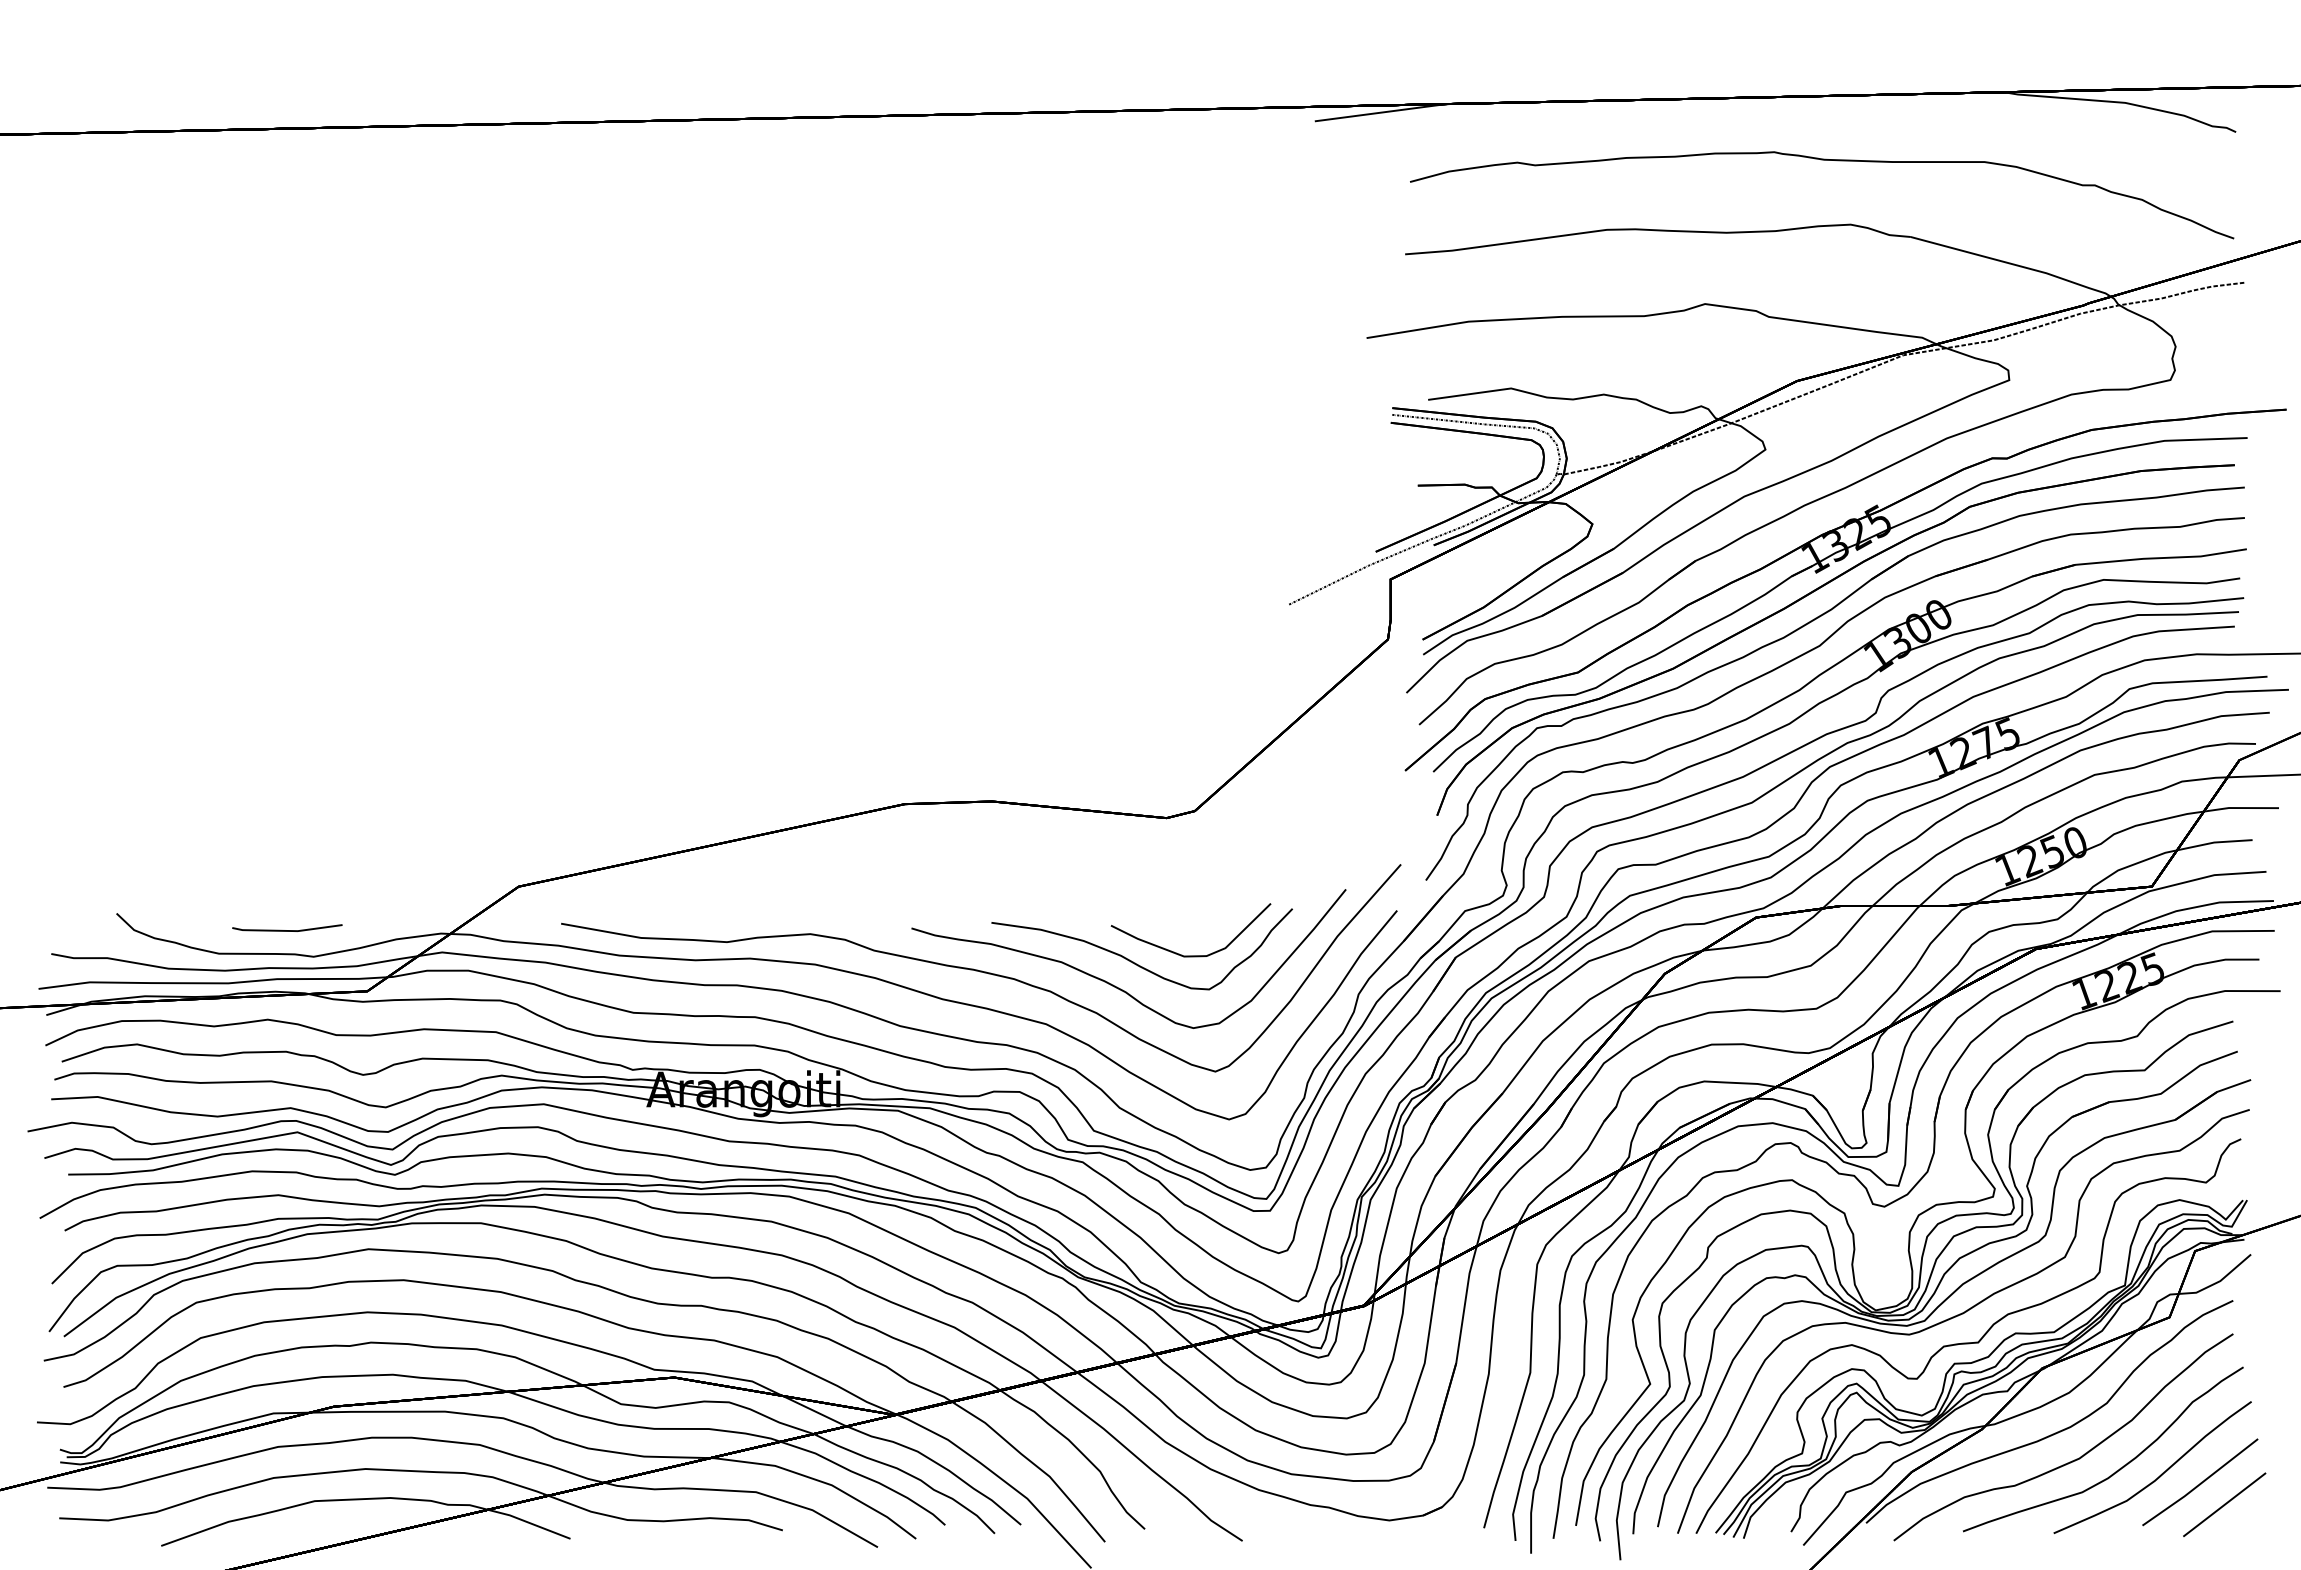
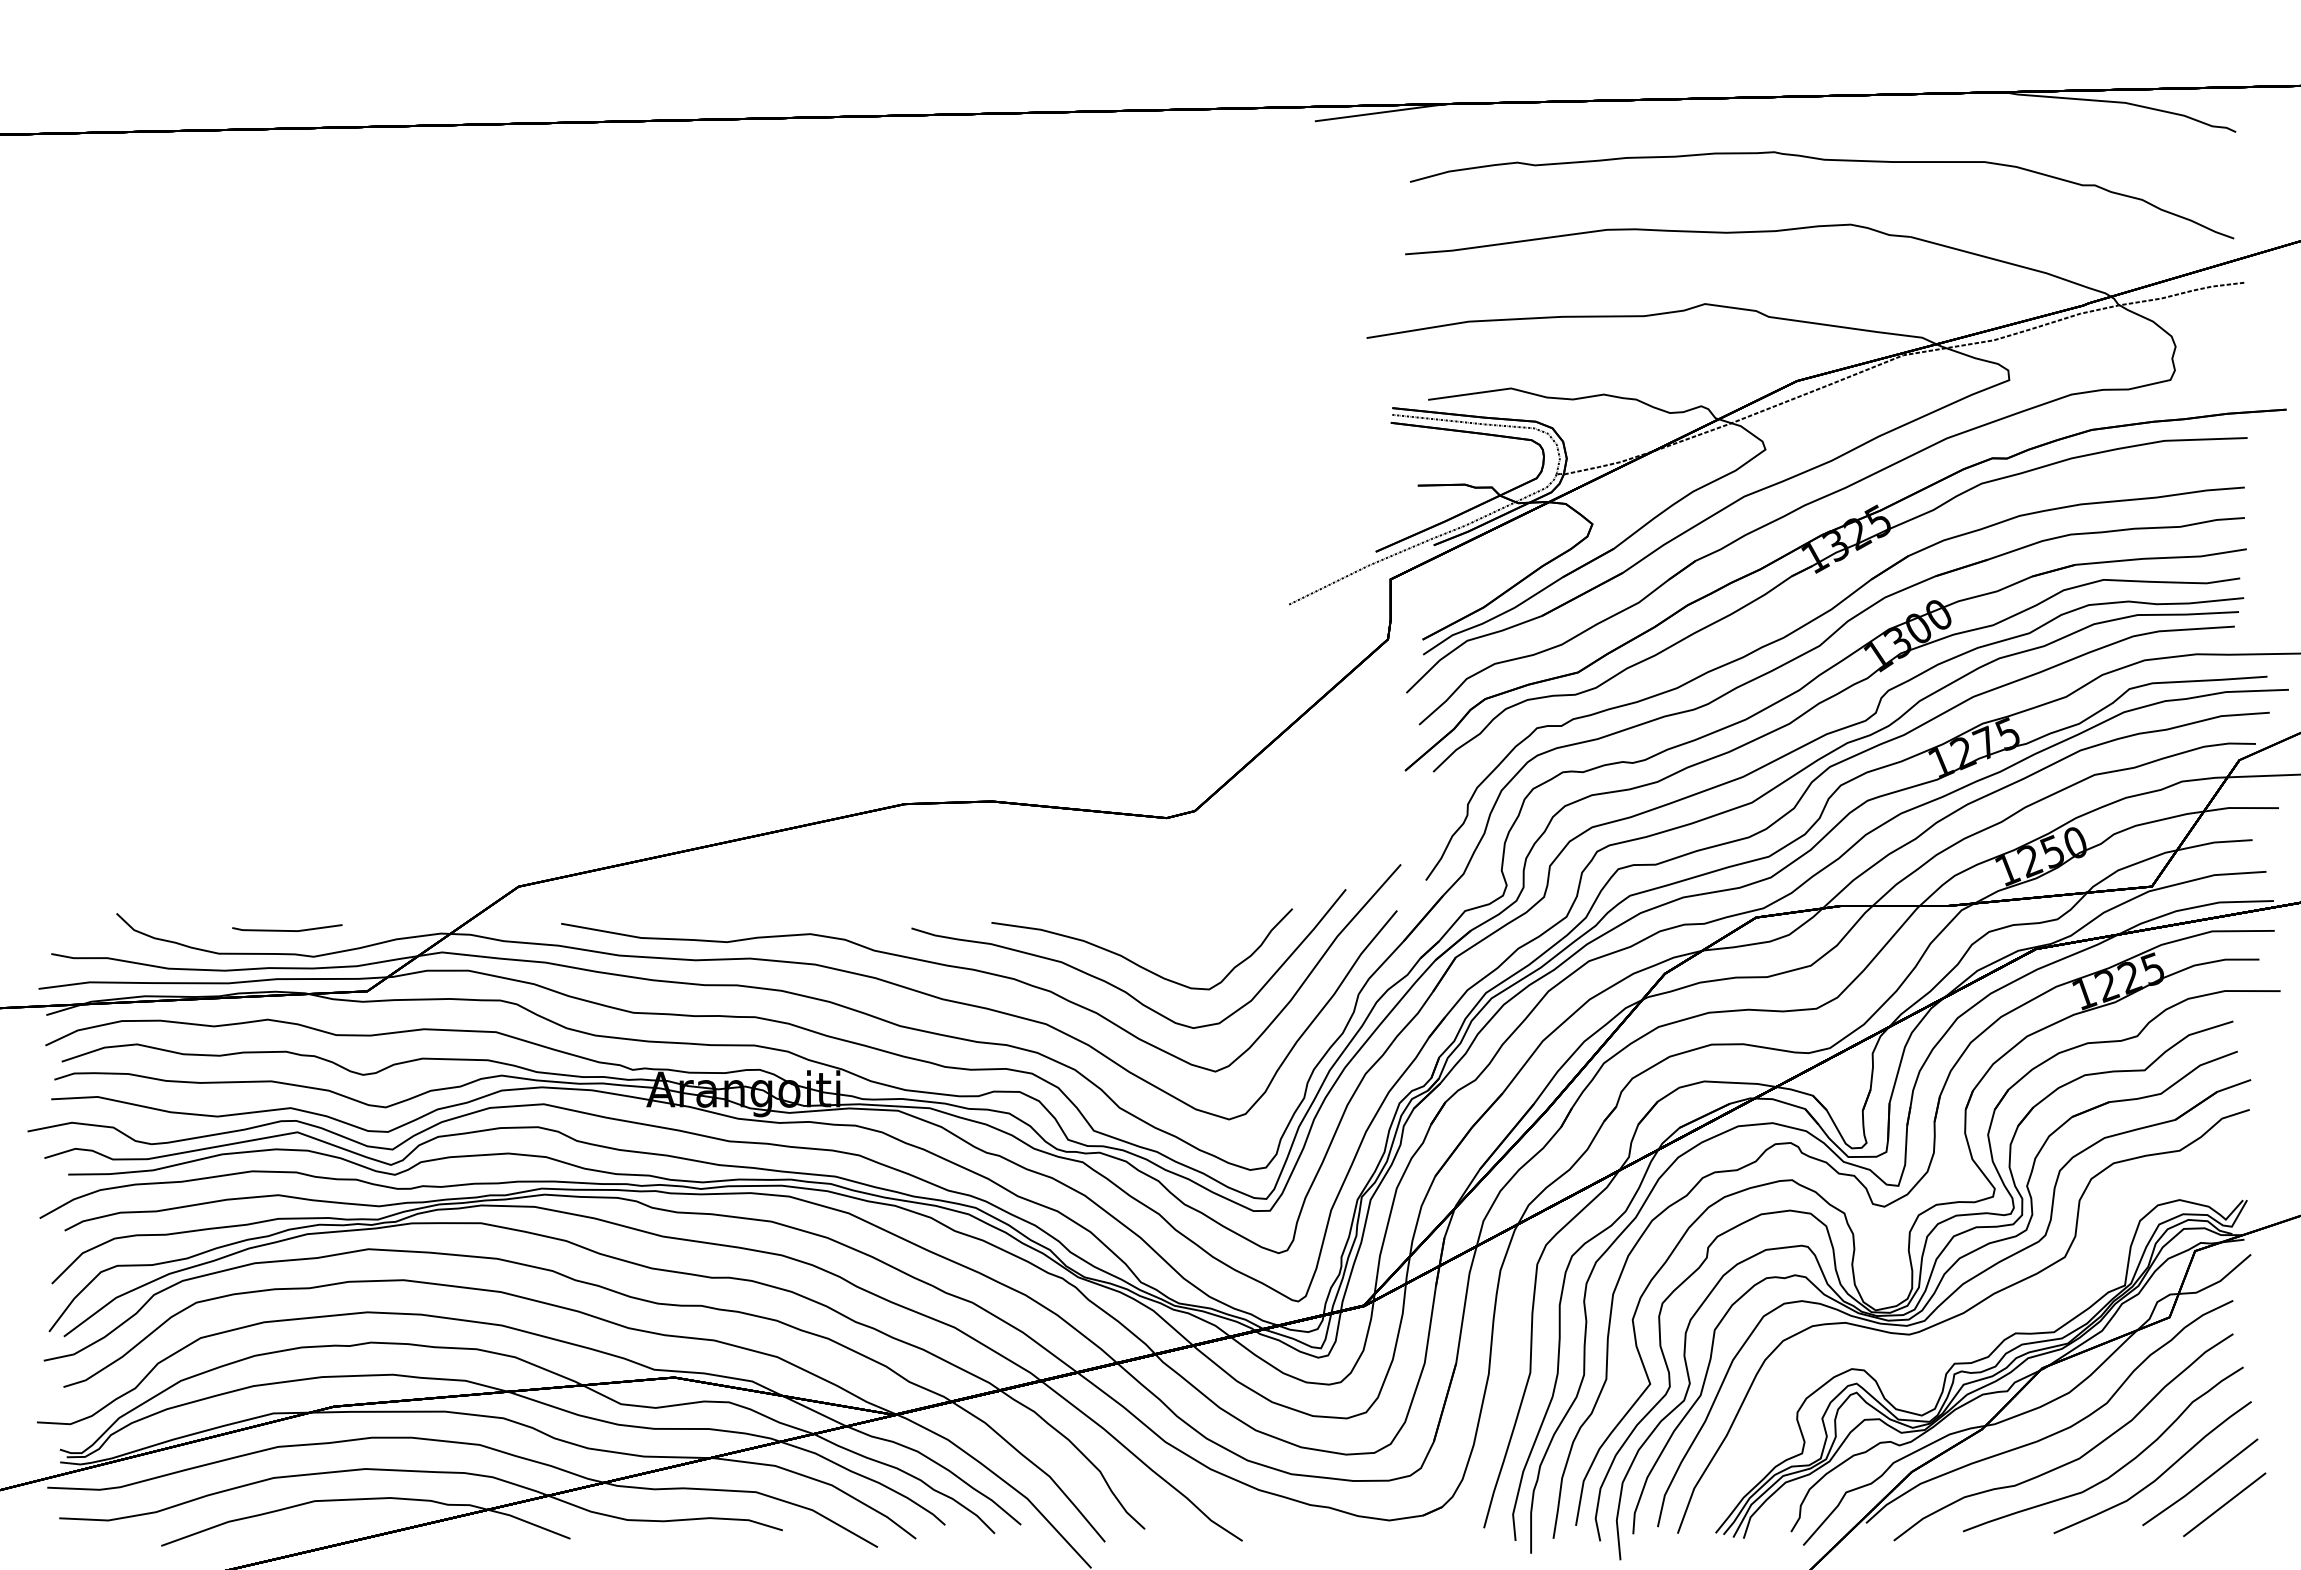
part at (1807, 596): present -> none
curve at (1190, 955): present -> none
part at (1968, 1342): present -> none
